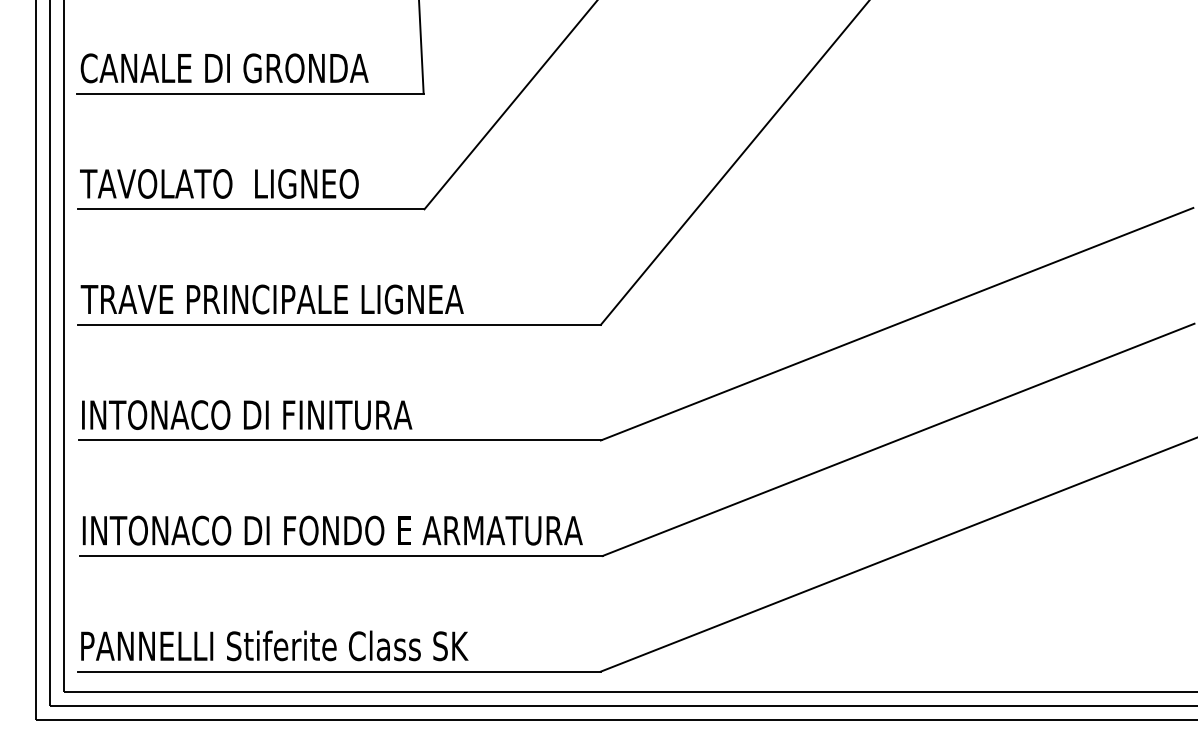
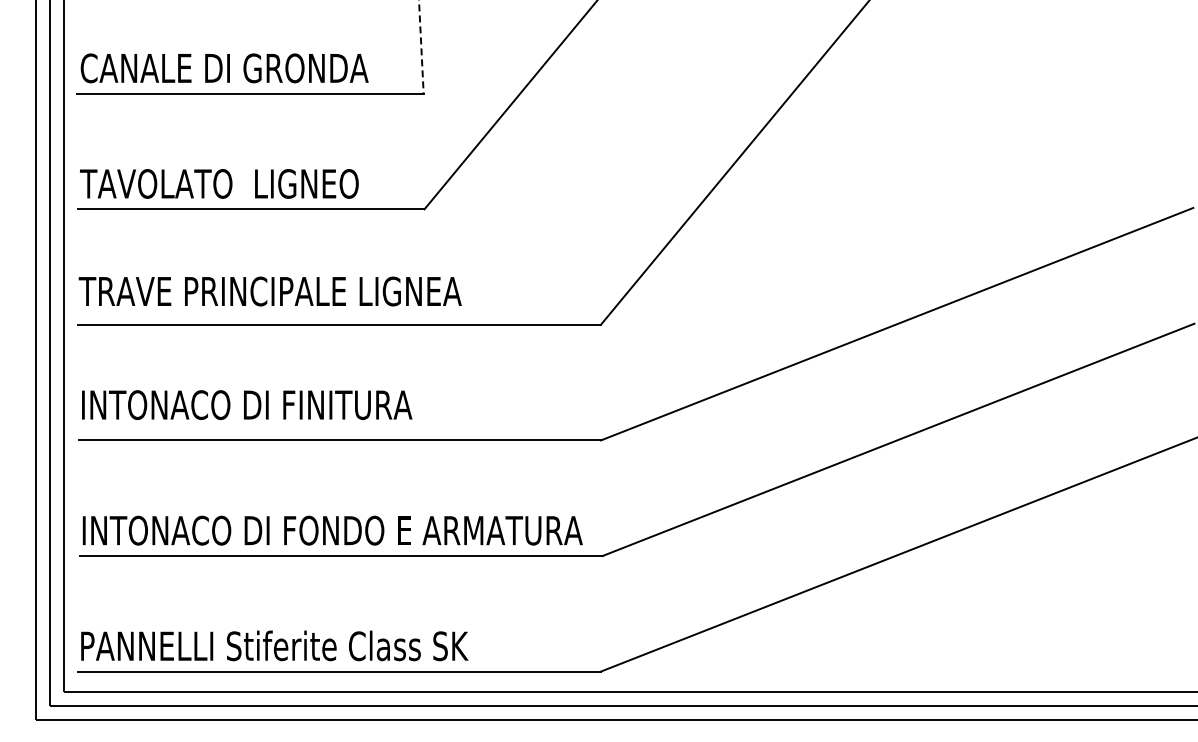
line at (421, 46): solid -> dashed
text at (271, 299) position: (271, 299) -> (269, 291)
text at (247, 414) position: (247, 414) -> (247, 404)
